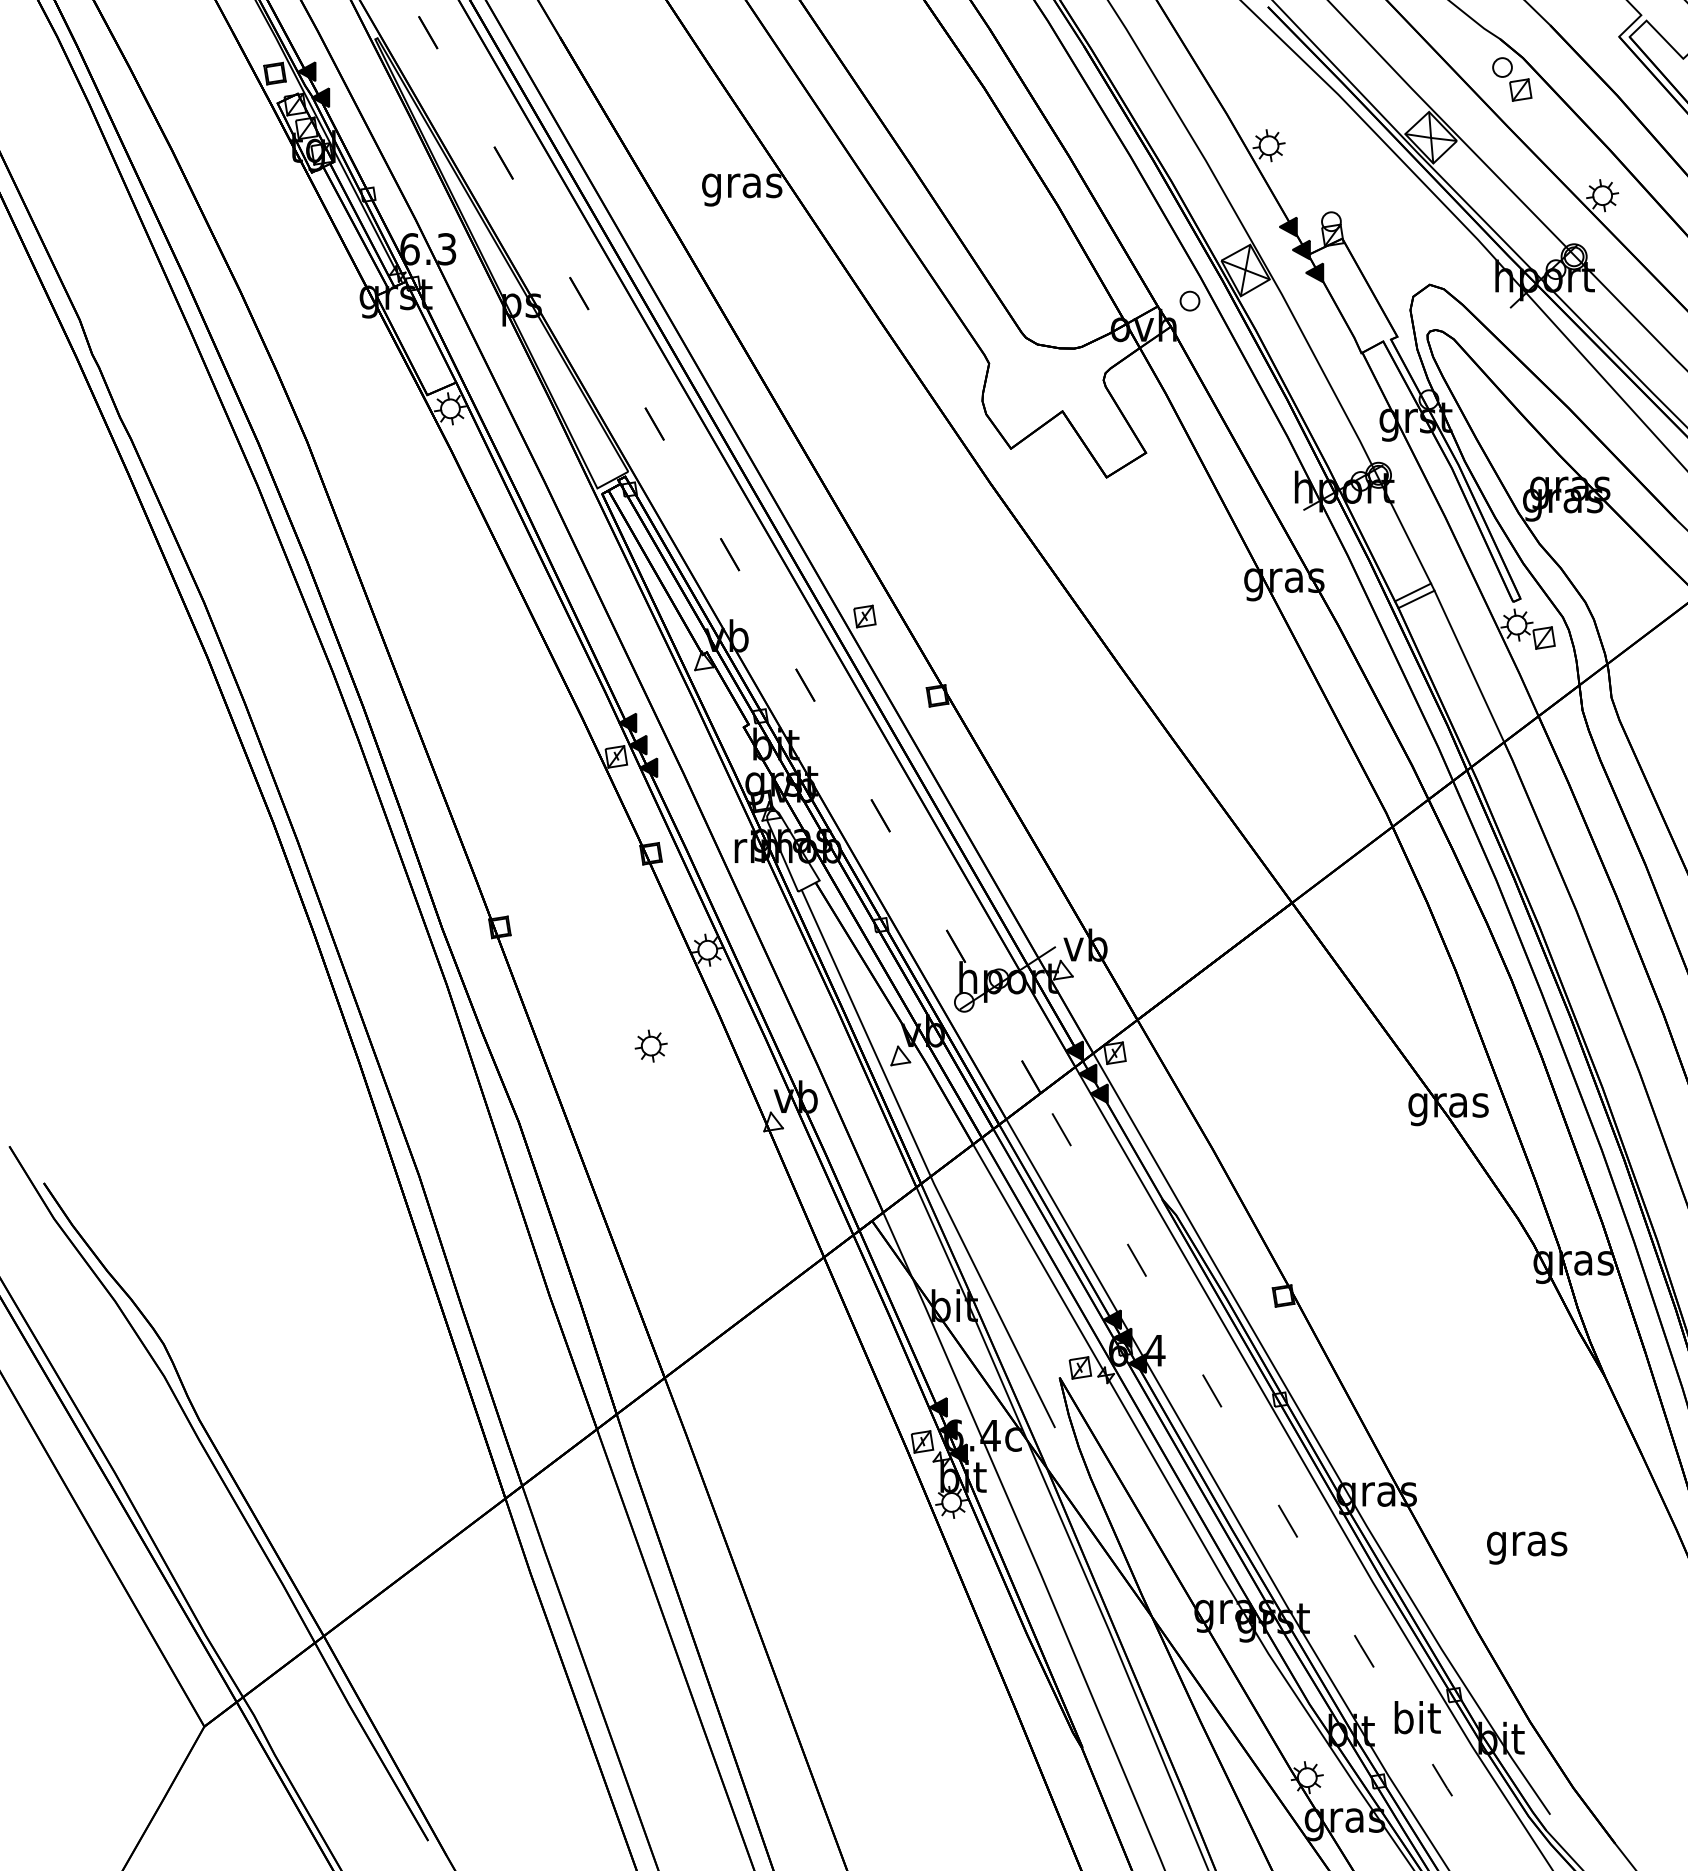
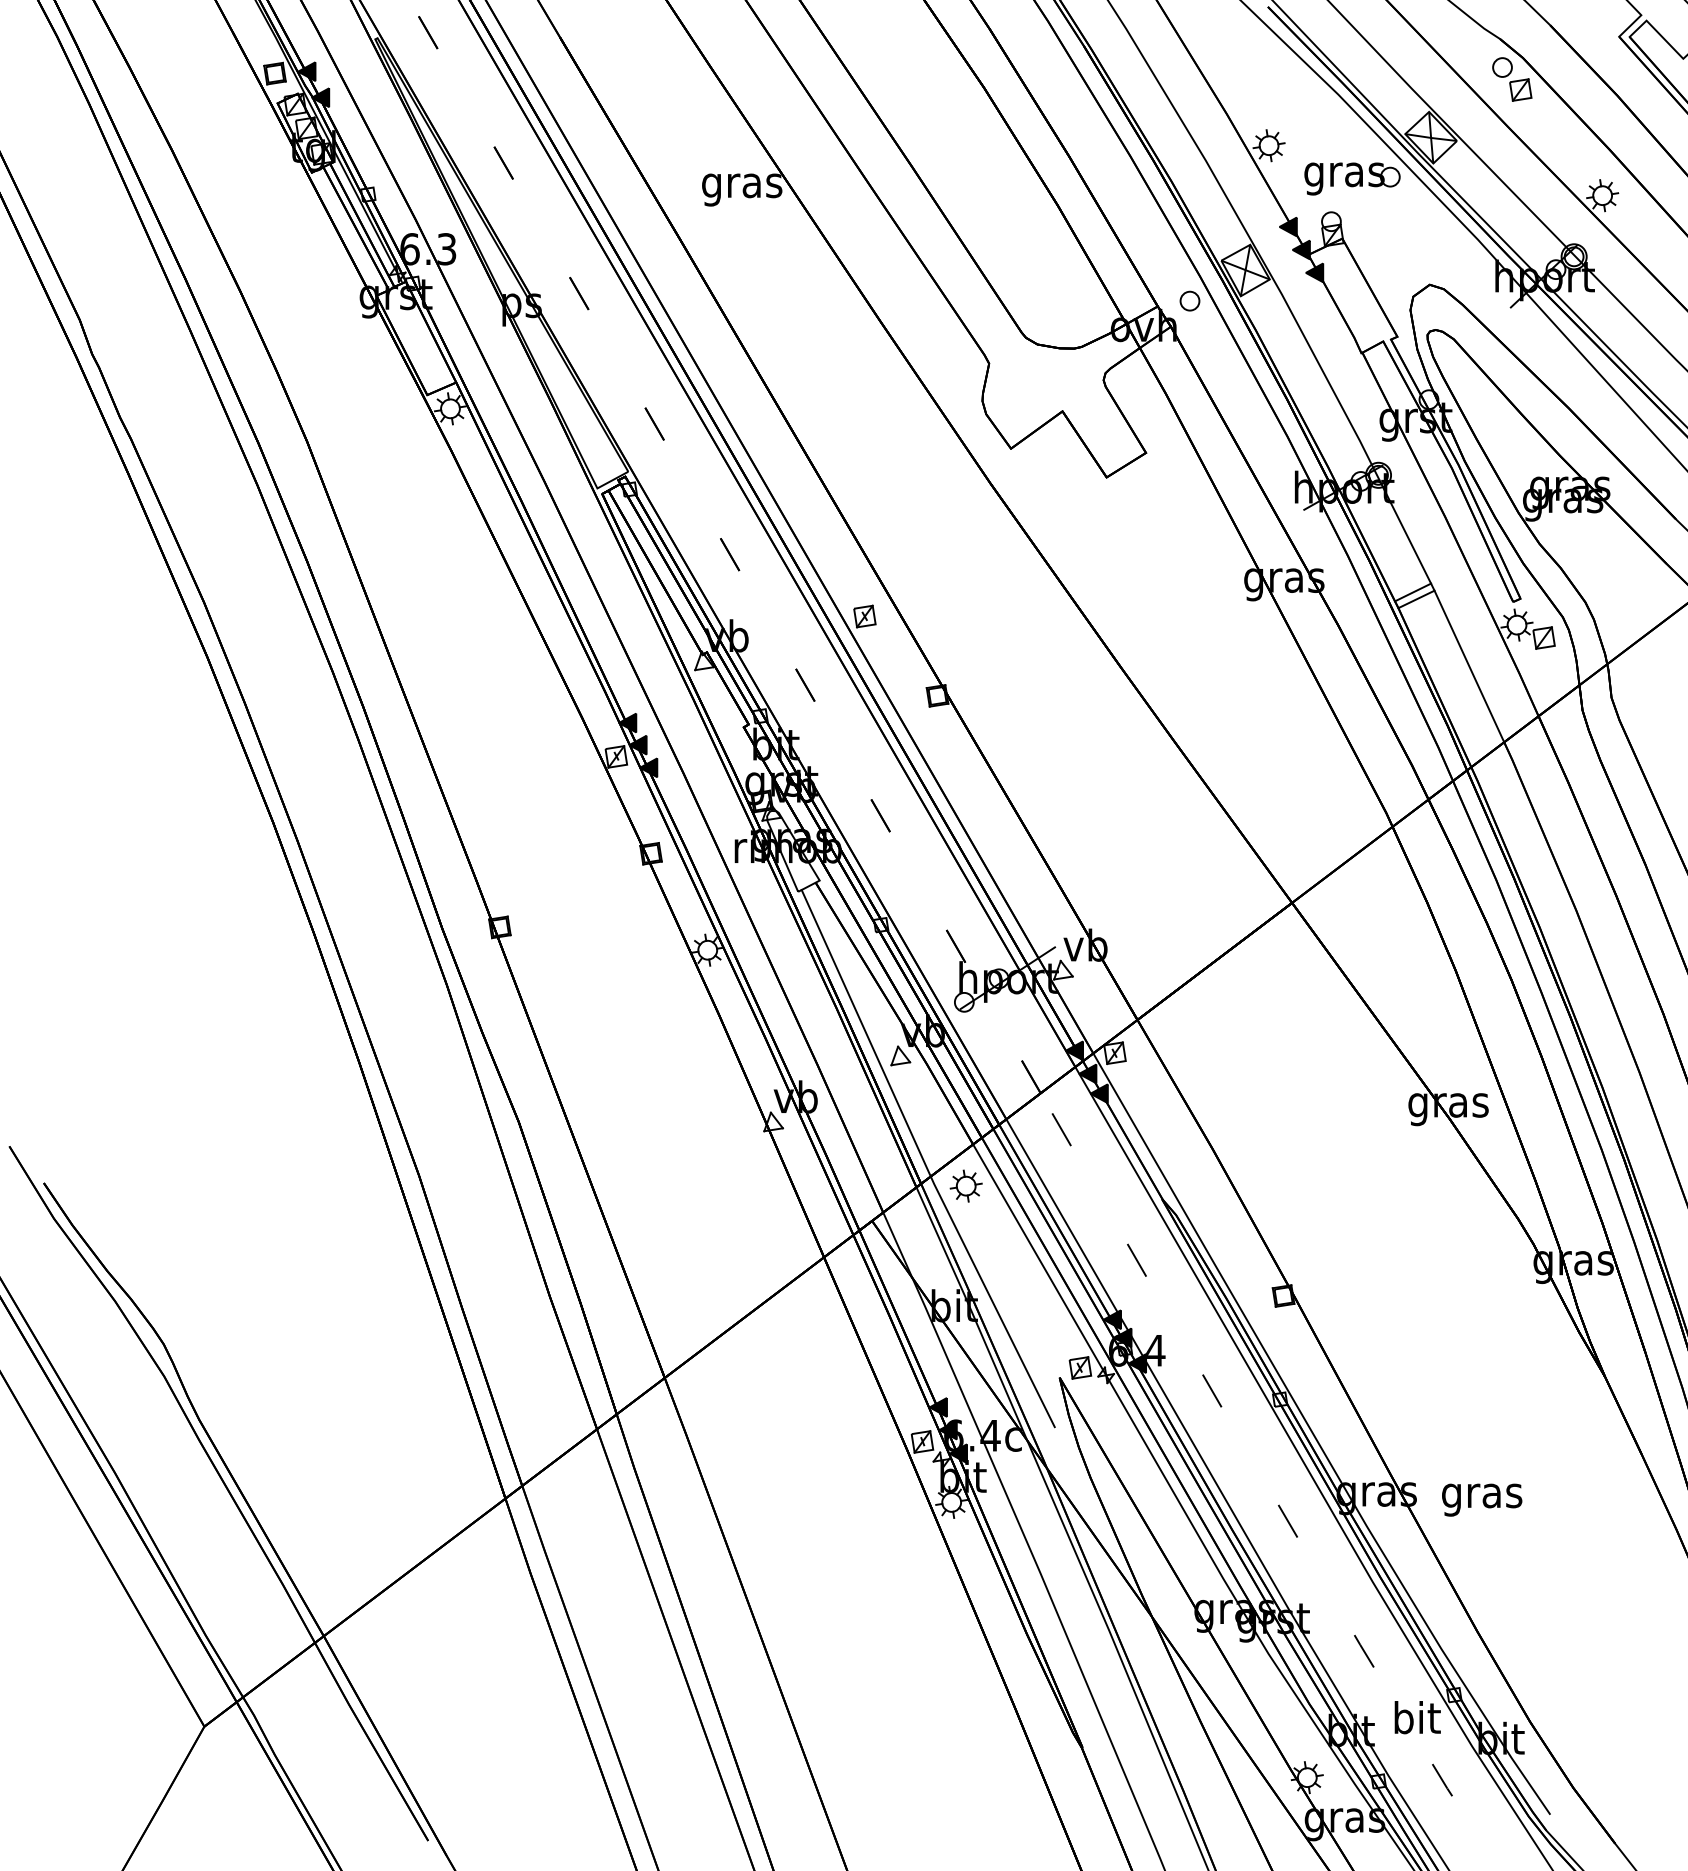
part at (1352, 178): none -> present
part at (650, 1045) position: (650, 1045) -> (965, 1185)
text at (1527, 1547) position: (1527, 1547) -> (1482, 1499)
